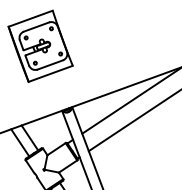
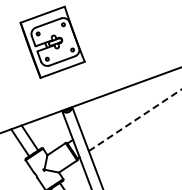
part at (40, 45) position: (40, 45) -> (52, 41)
line at (130, 101): present -> none
line at (135, 120): solid -> dashed
